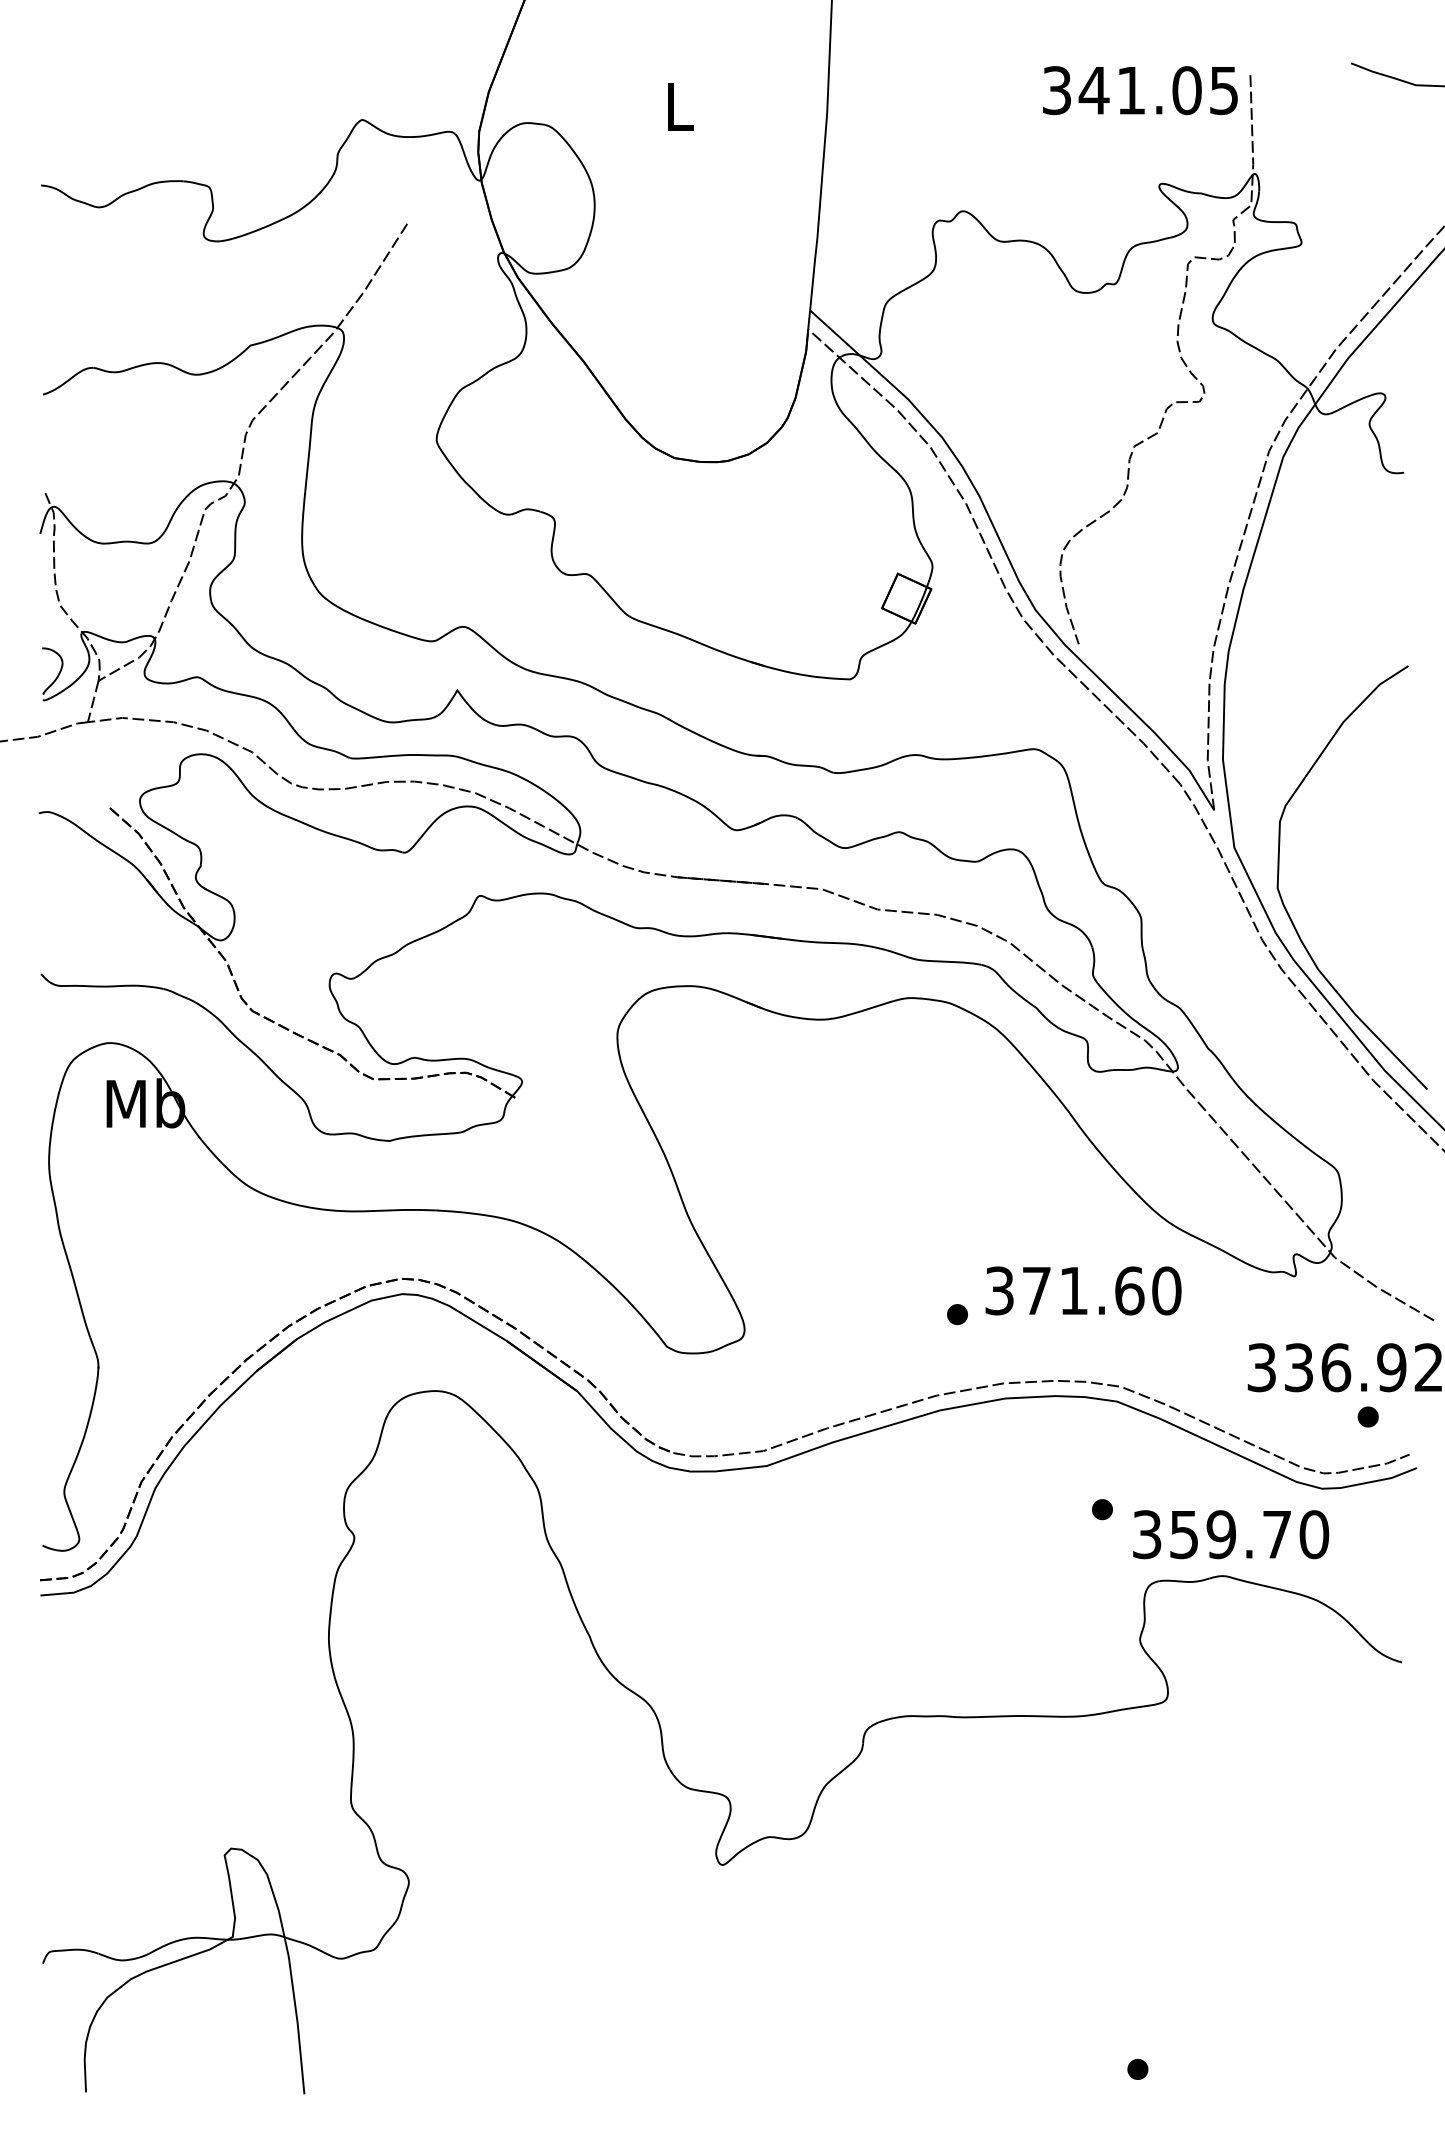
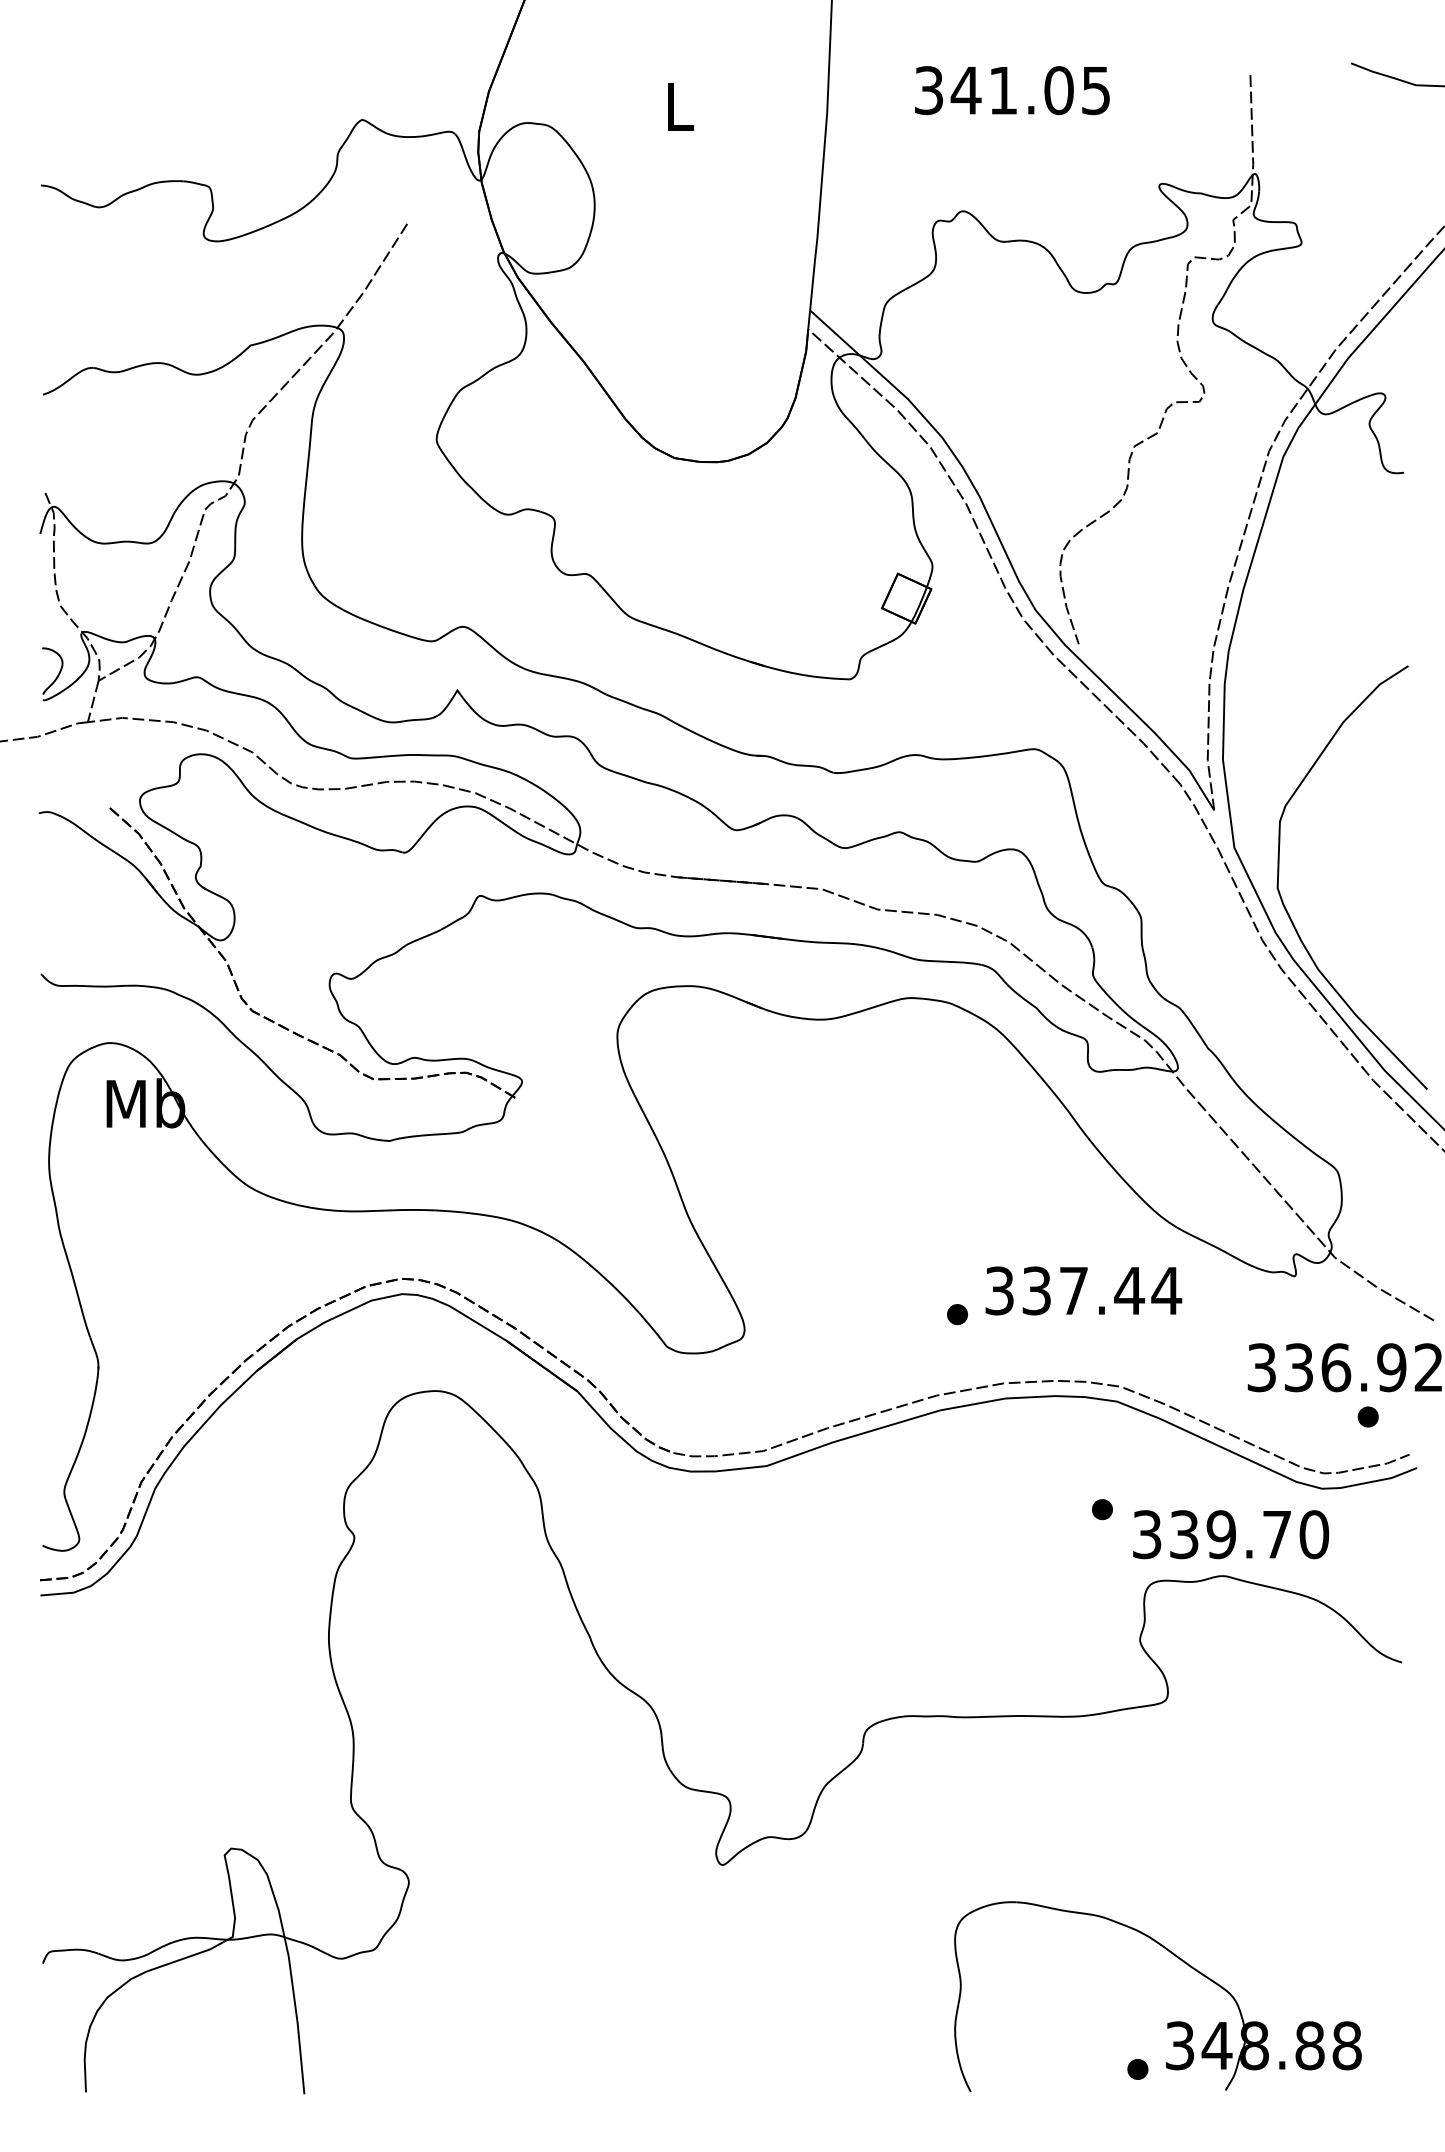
text at (1140, 90) position: (1140, 90) -> (1012, 90)
text at (1102, 1290): 371.60 -> 337.44
text at (1184, 1534): 359.70 -> 339.70
part at (1169, 2022): none -> present
